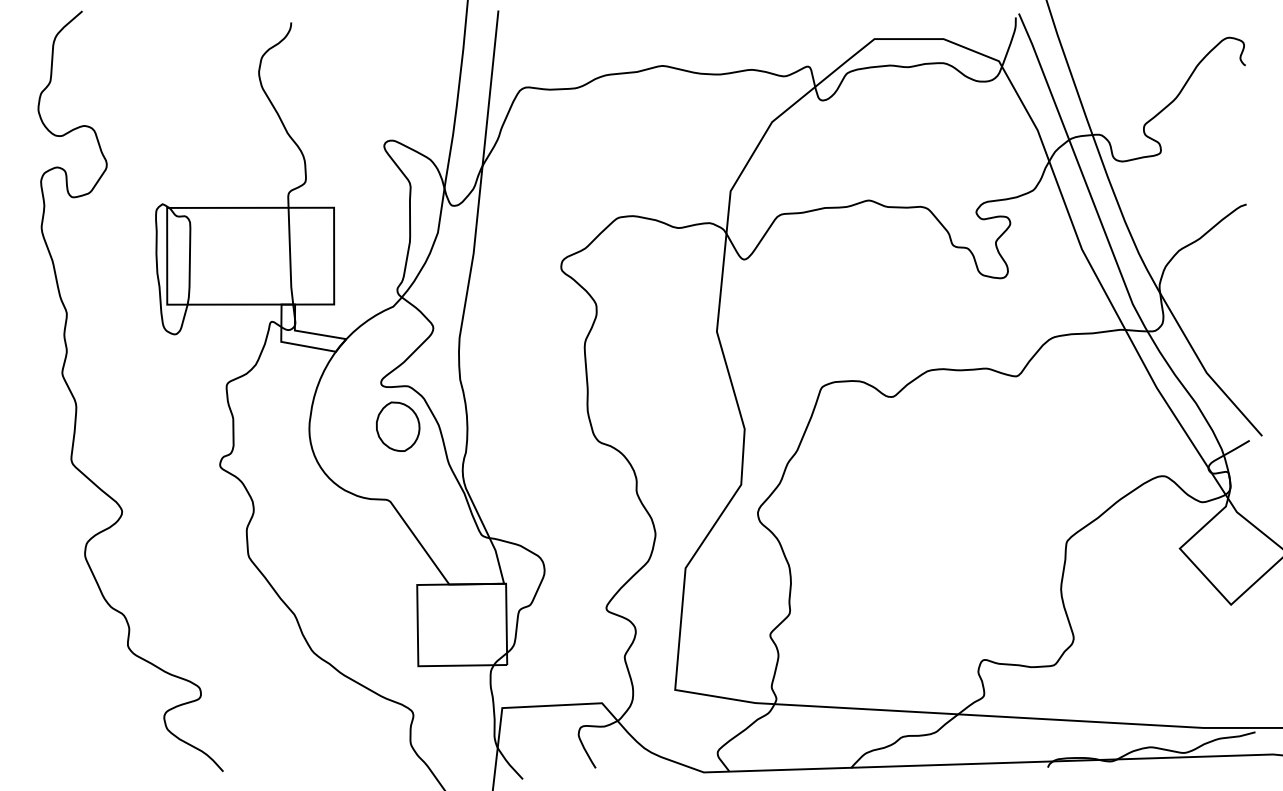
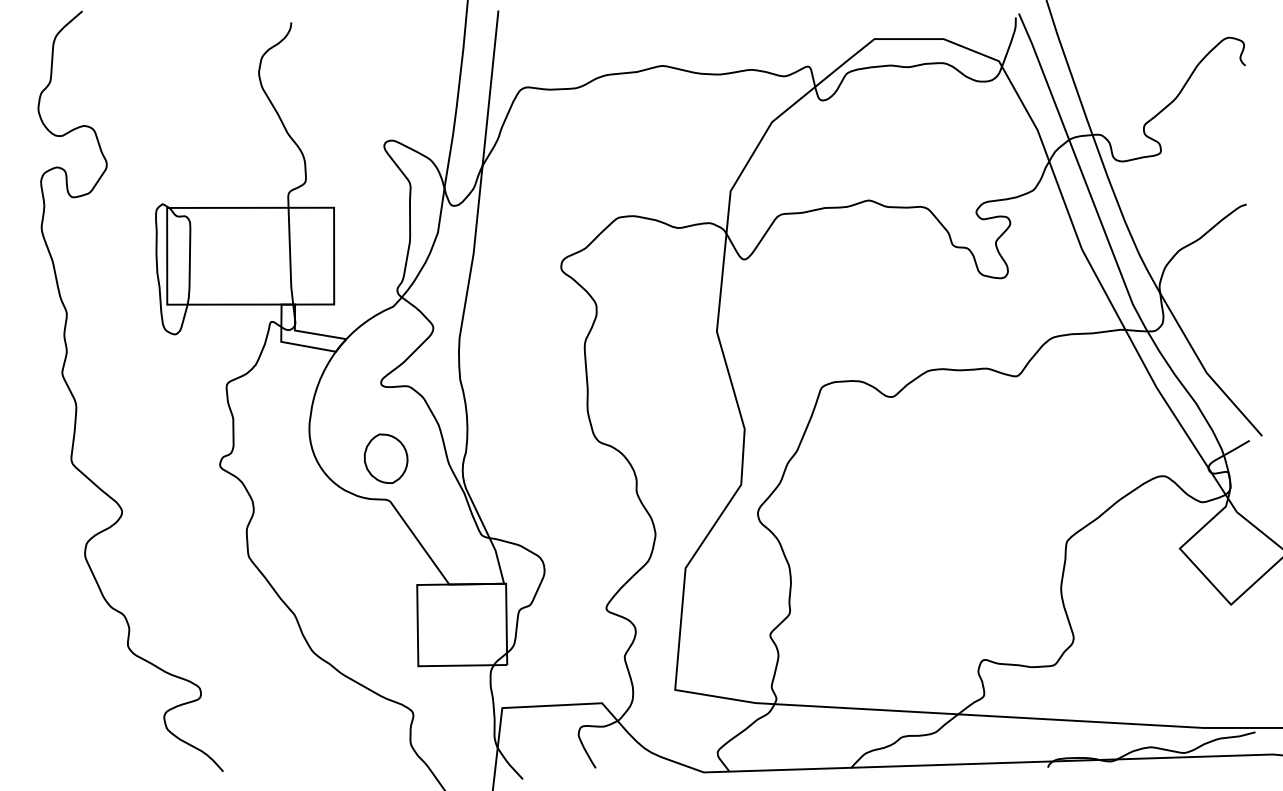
part at (398, 426) position: (398, 426) -> (386, 458)
